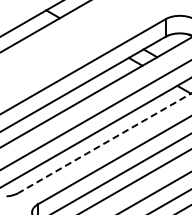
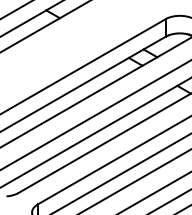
line at (15, 10): none -> present
line at (105, 143): dashed -> solid
